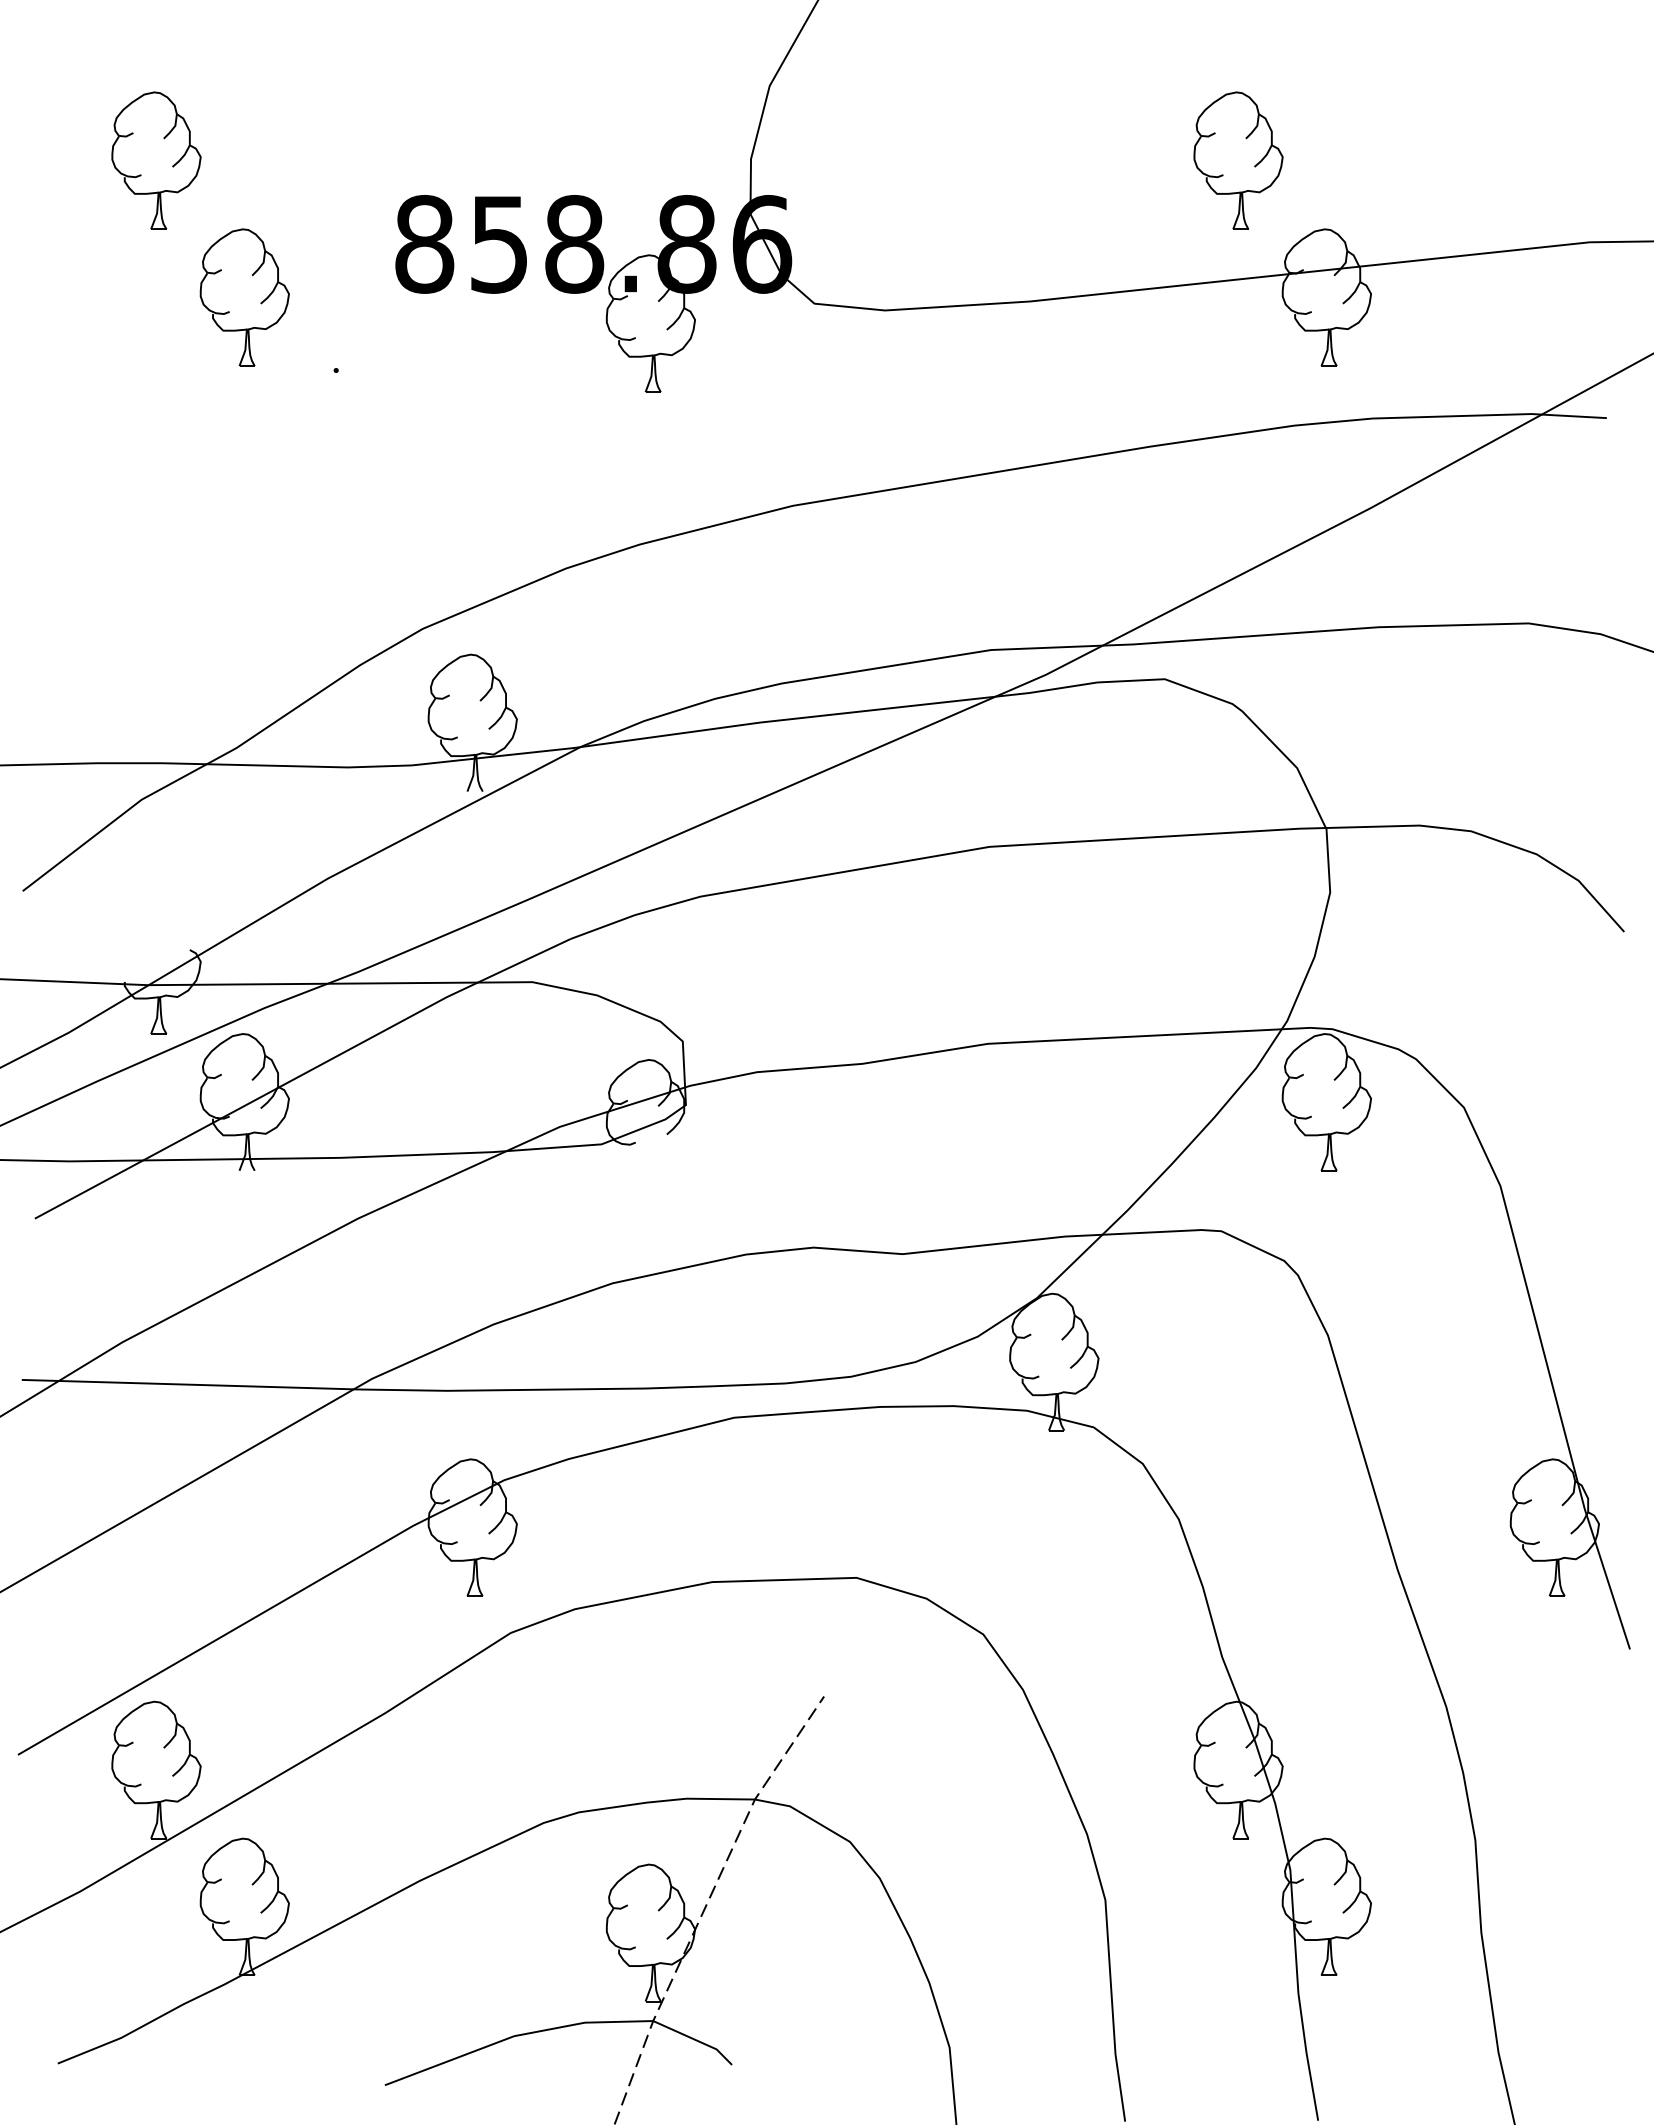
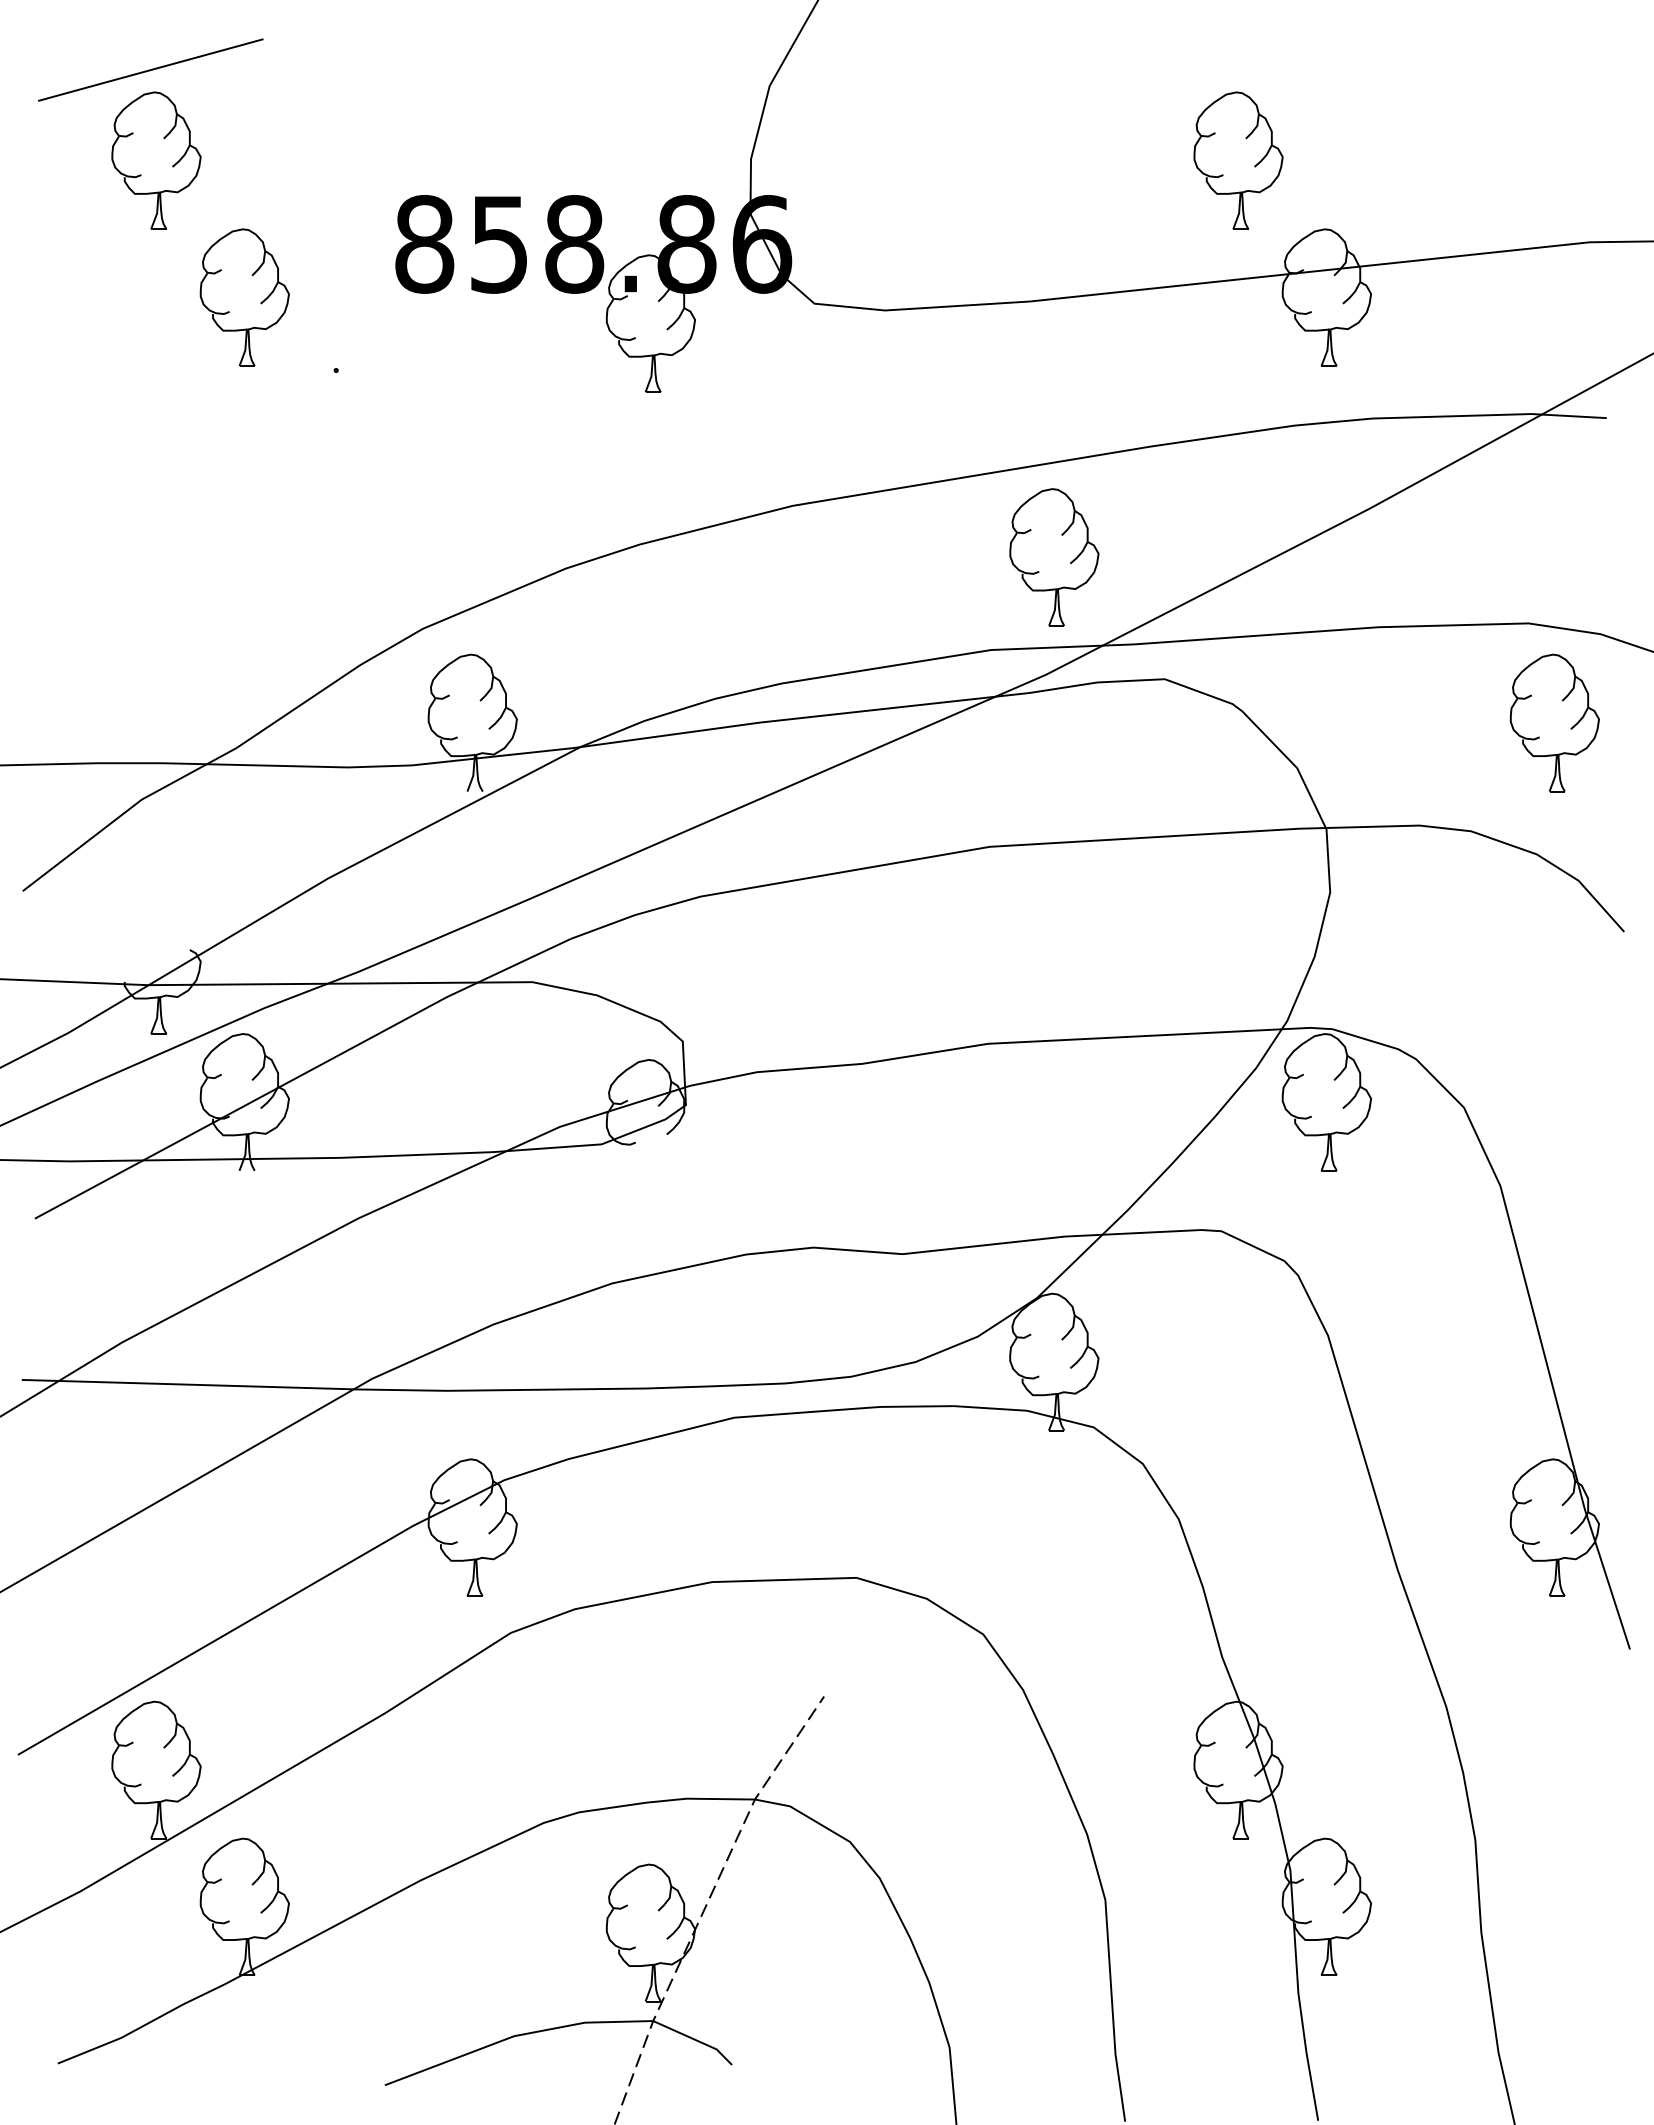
line at (150, 69): none -> present
part at (1054, 557): none -> present
part at (1554, 722): none -> present
